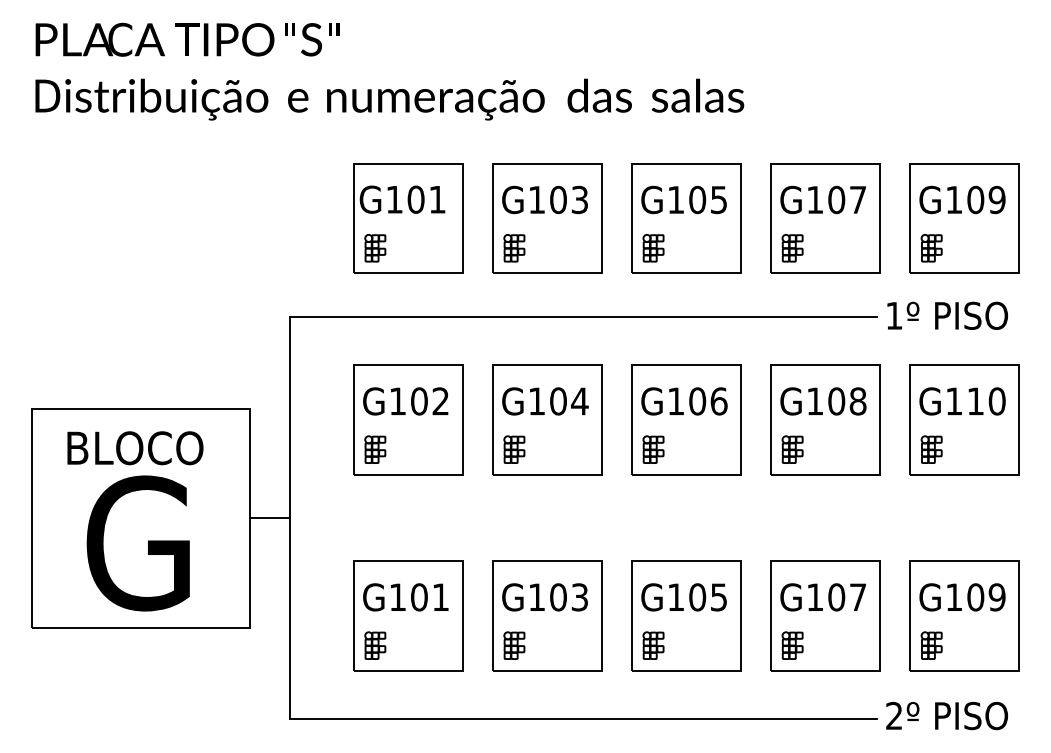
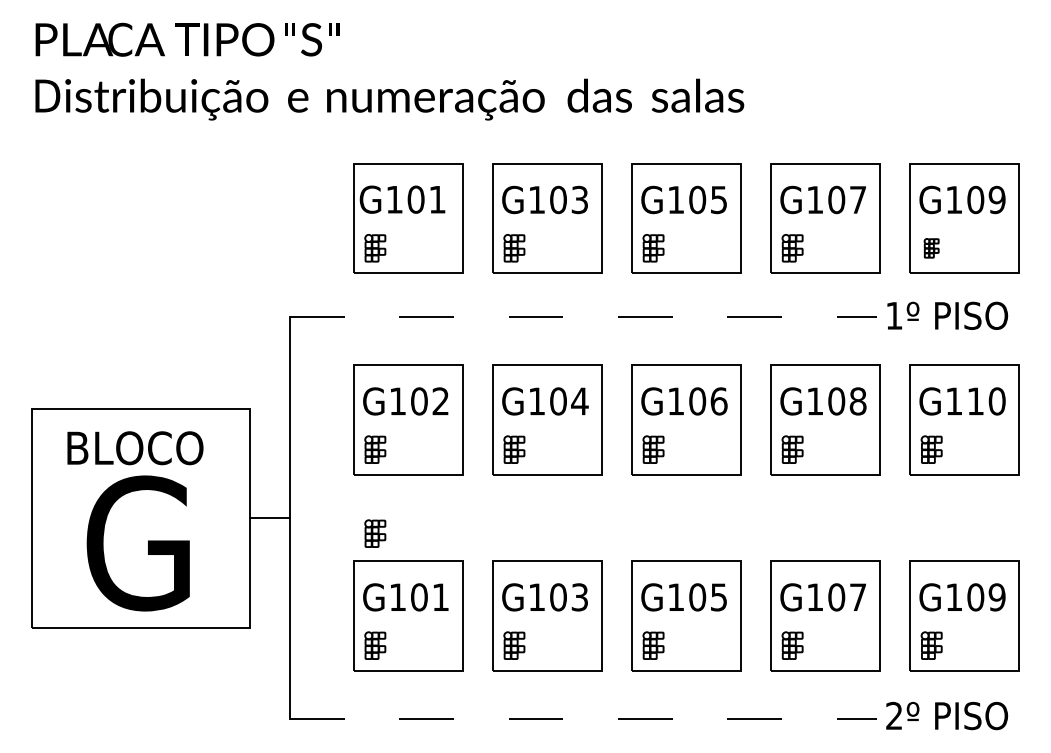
part at (931, 248) size: 23x29 px -> 17x21 px
line at (583, 317): solid -> dashed
part at (375, 533): none -> present
line at (583, 718): solid -> dashed
